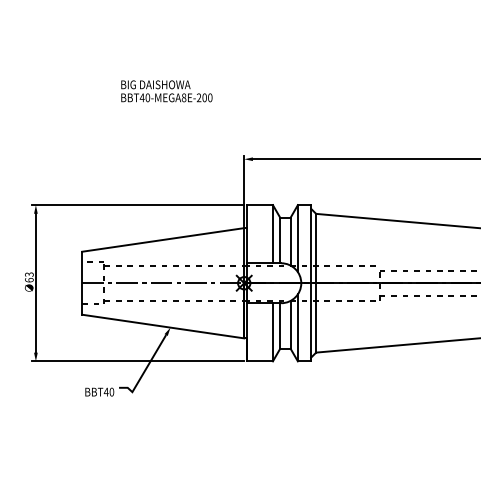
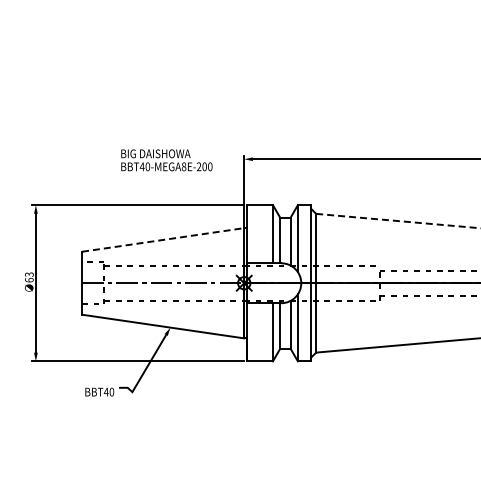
text at (166, 91) position: (166, 91) -> (166, 160)
line at (398, 221): solid -> dashed
line at (163, 239): solid -> dashed
